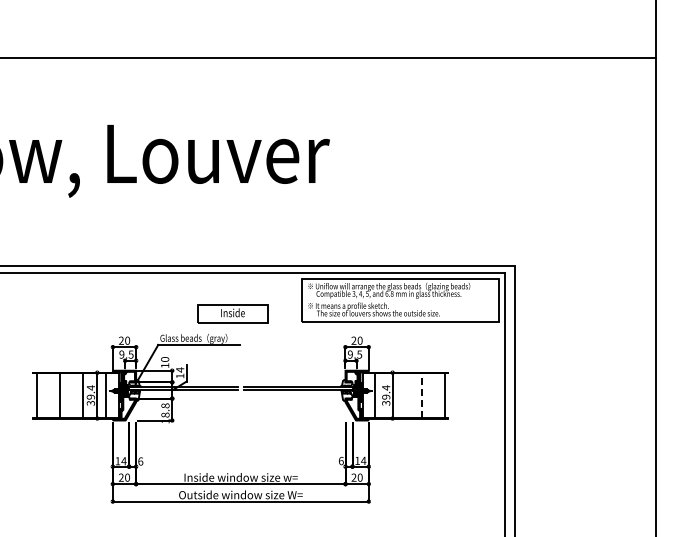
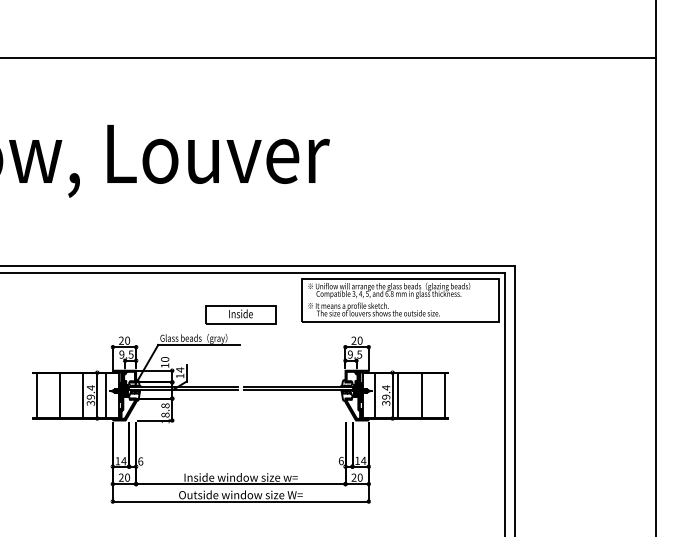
part at (232, 313) position: (232, 313) -> (240, 314)
line at (398, 395): none -> present
line at (421, 395): dashed -> solid
